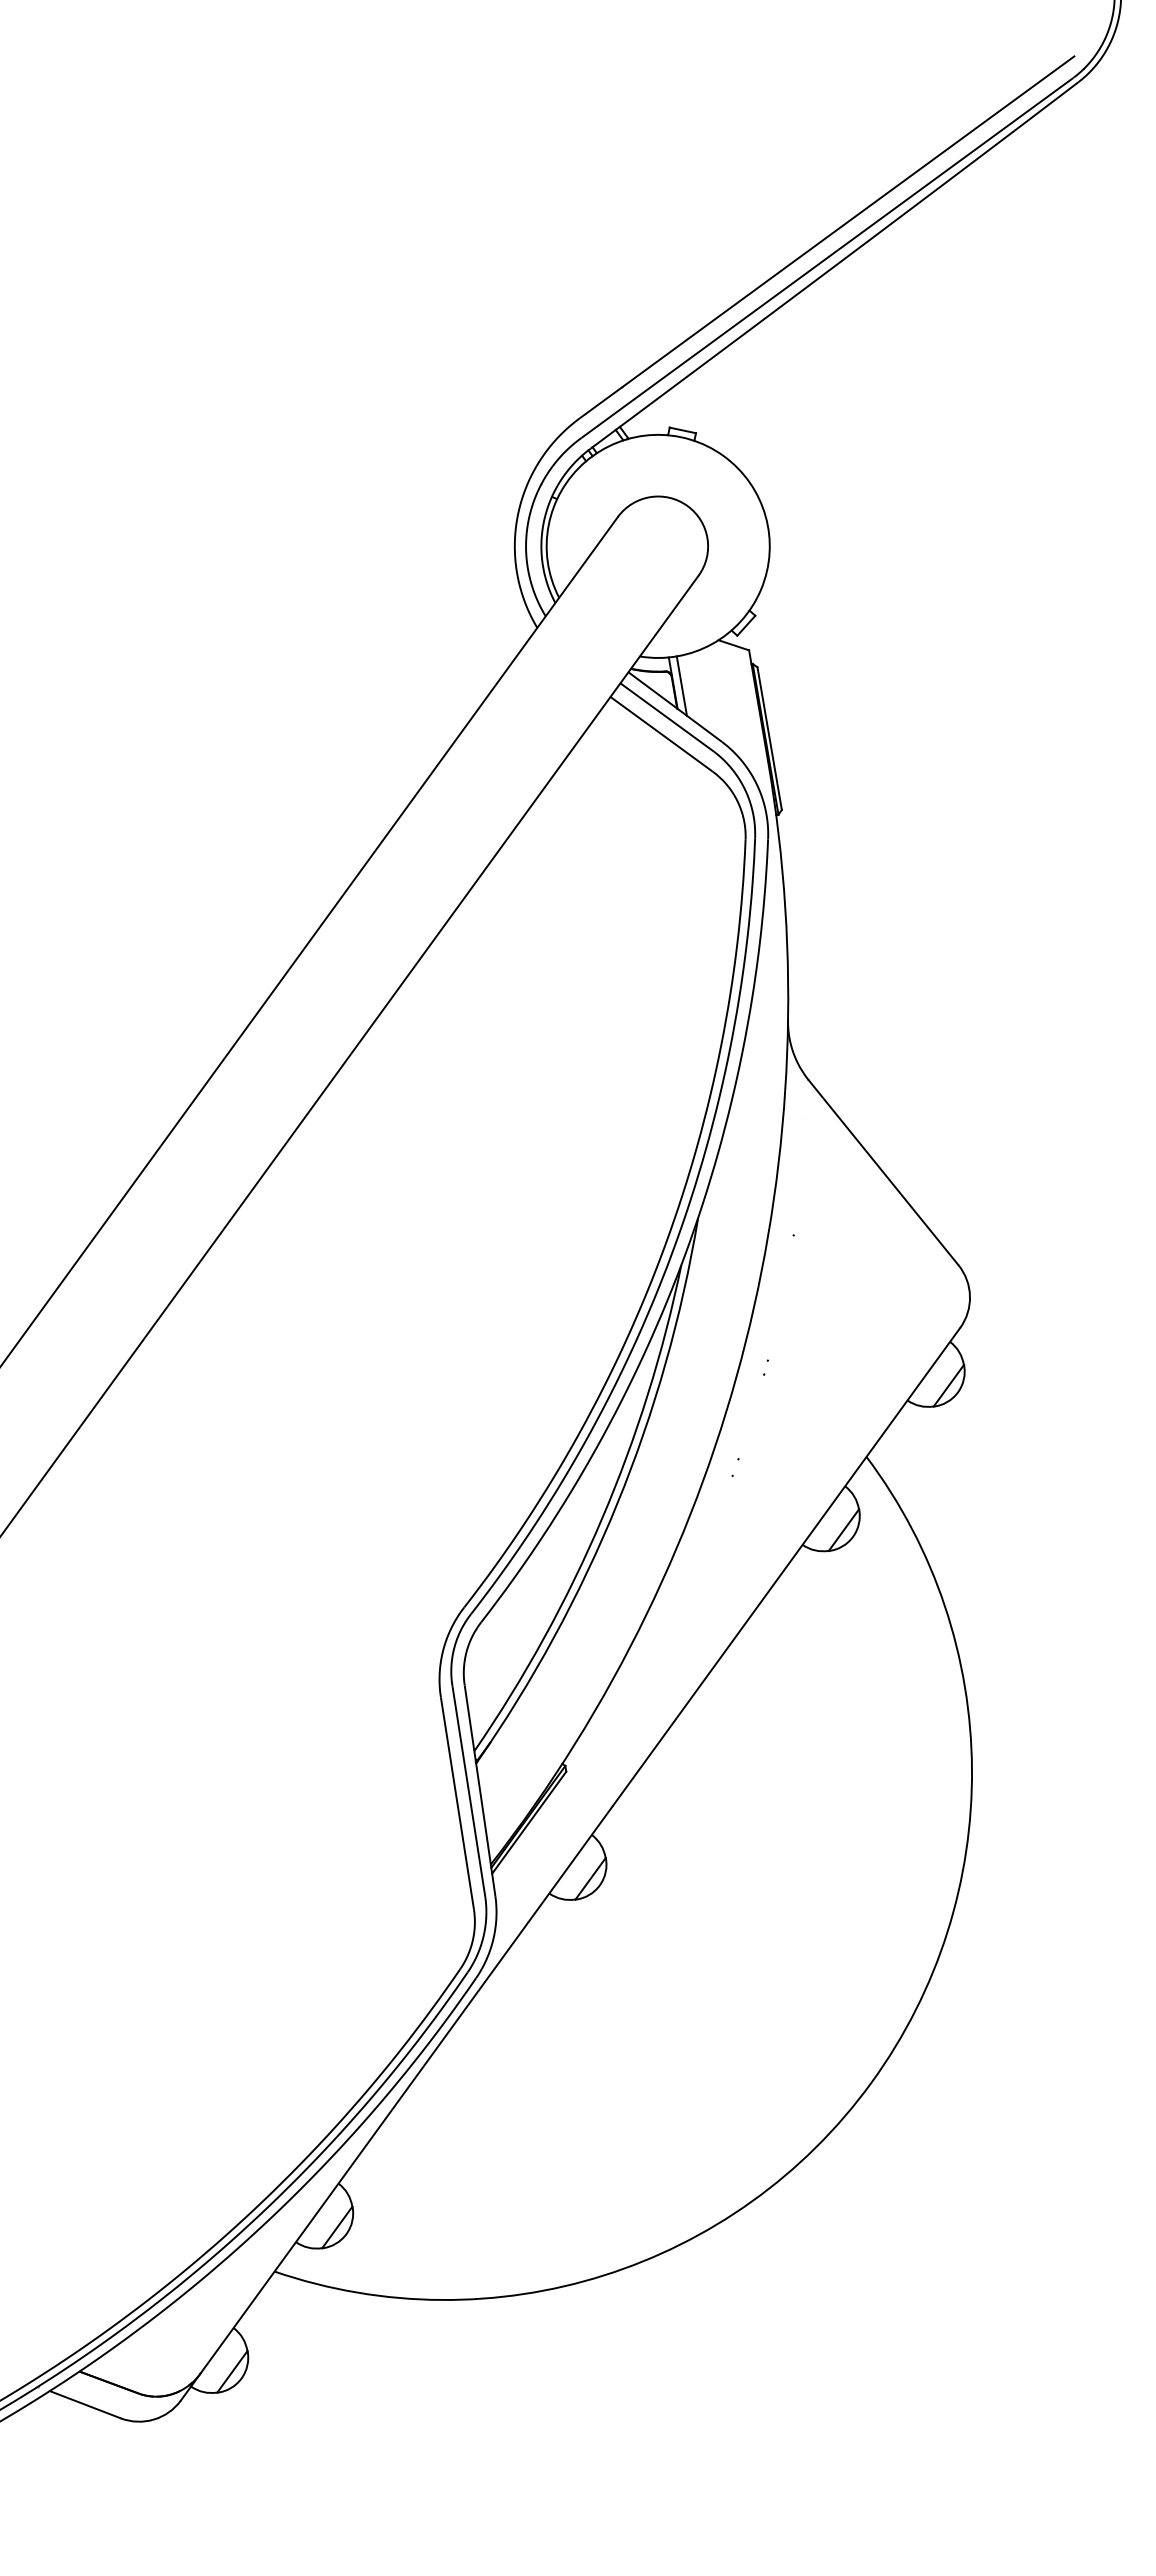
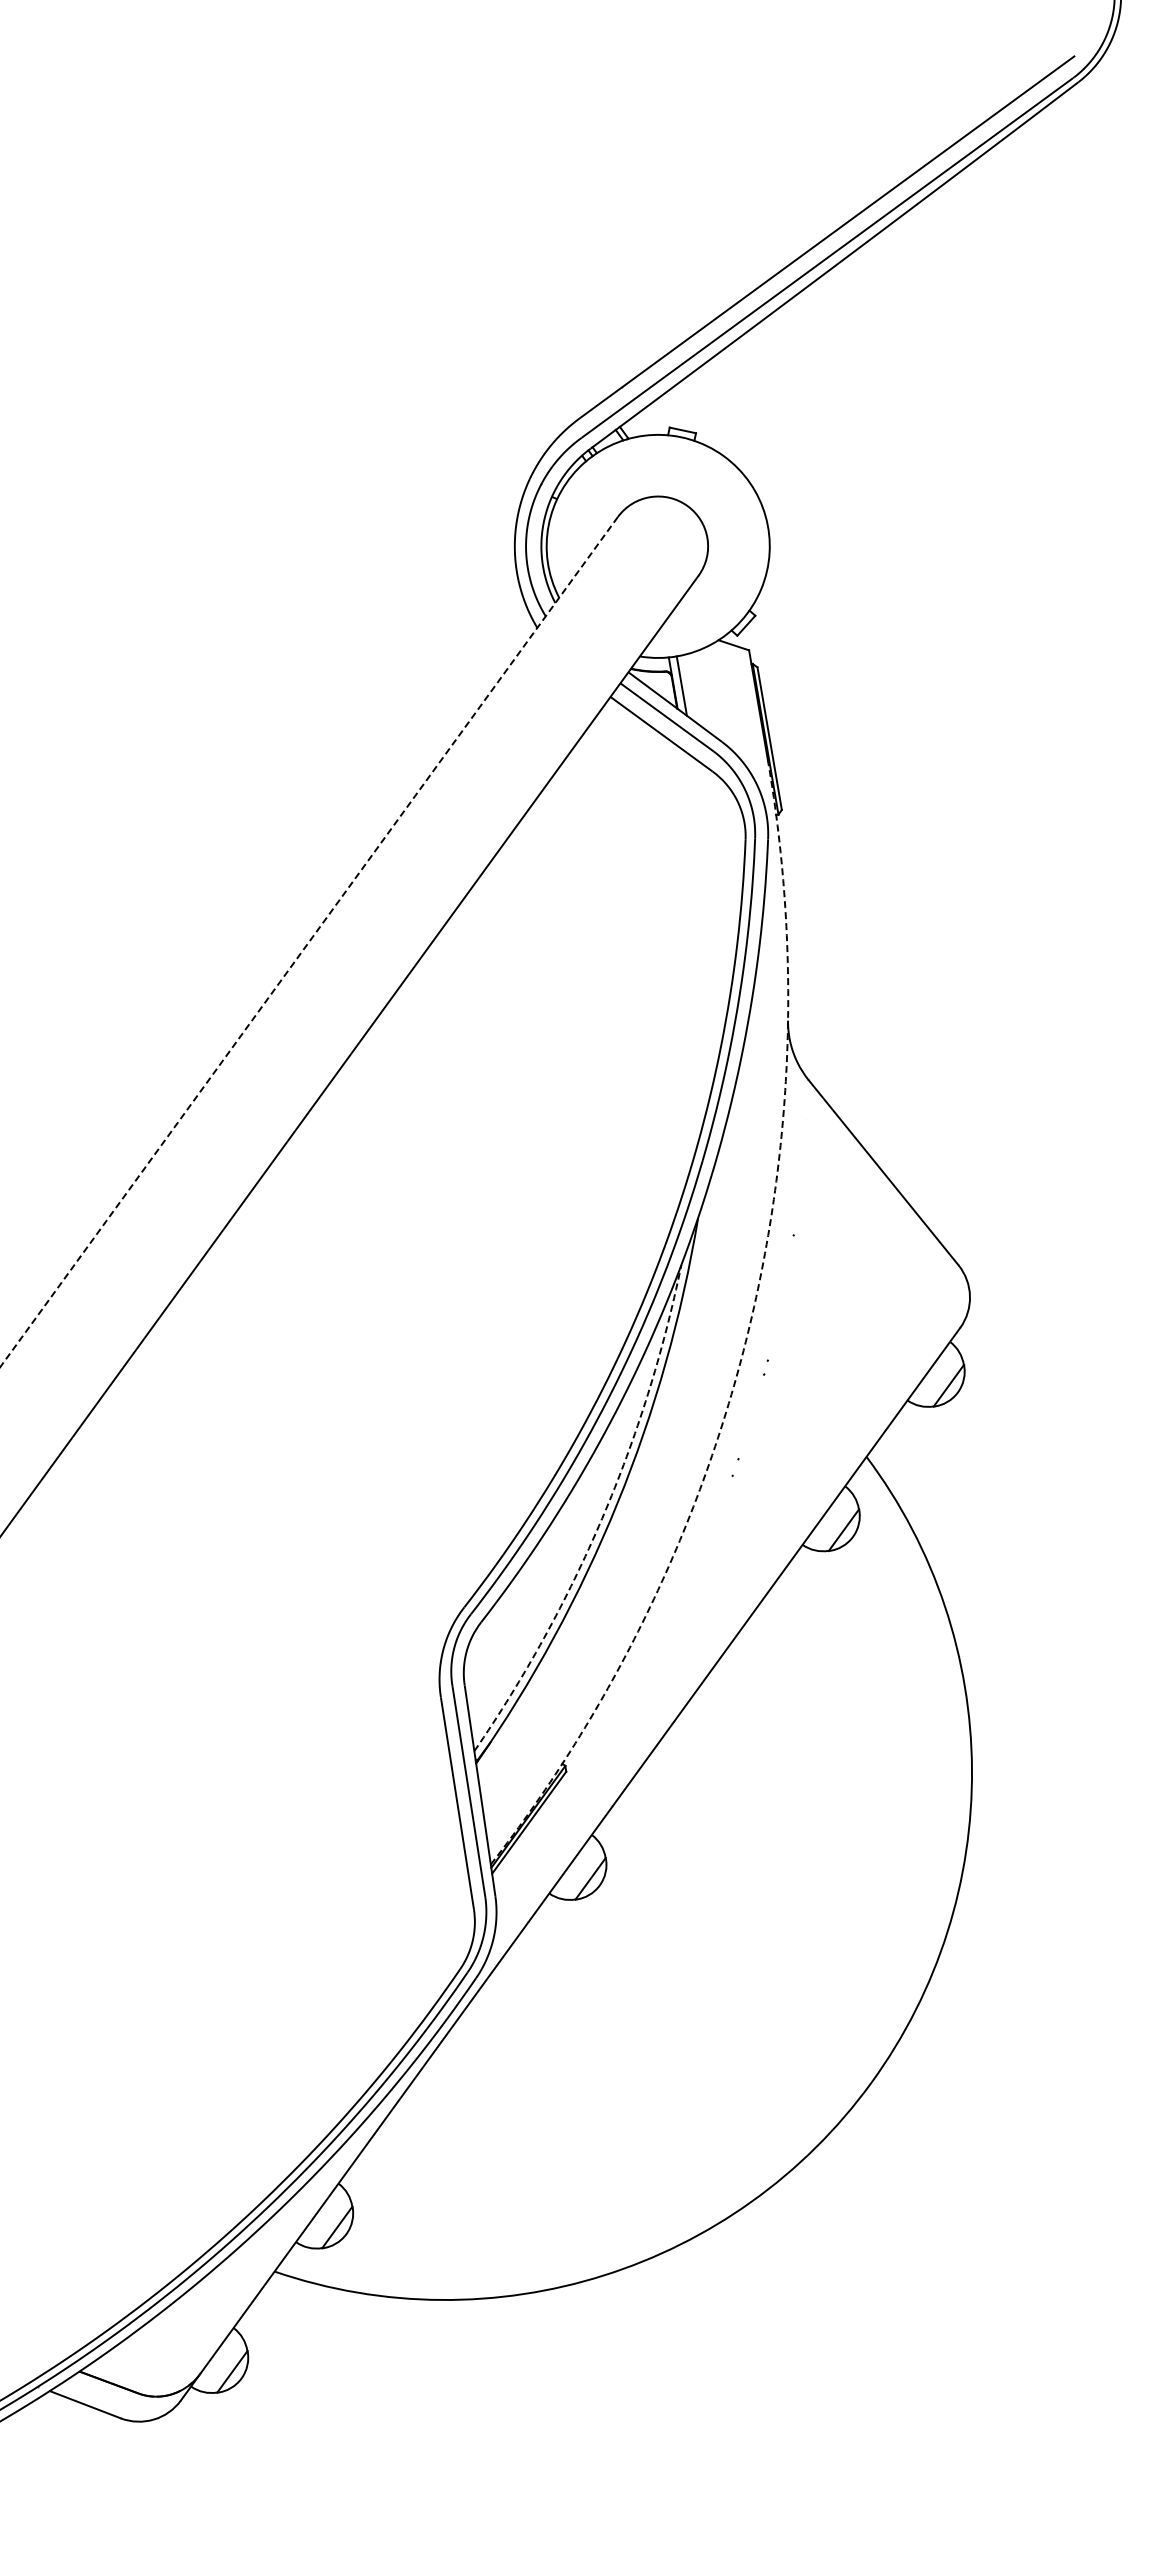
line at (308, 942): solid -> dashed
arc at (745, 1342): solid -> dashed
arc at (602, 1518): solid -> dashed
